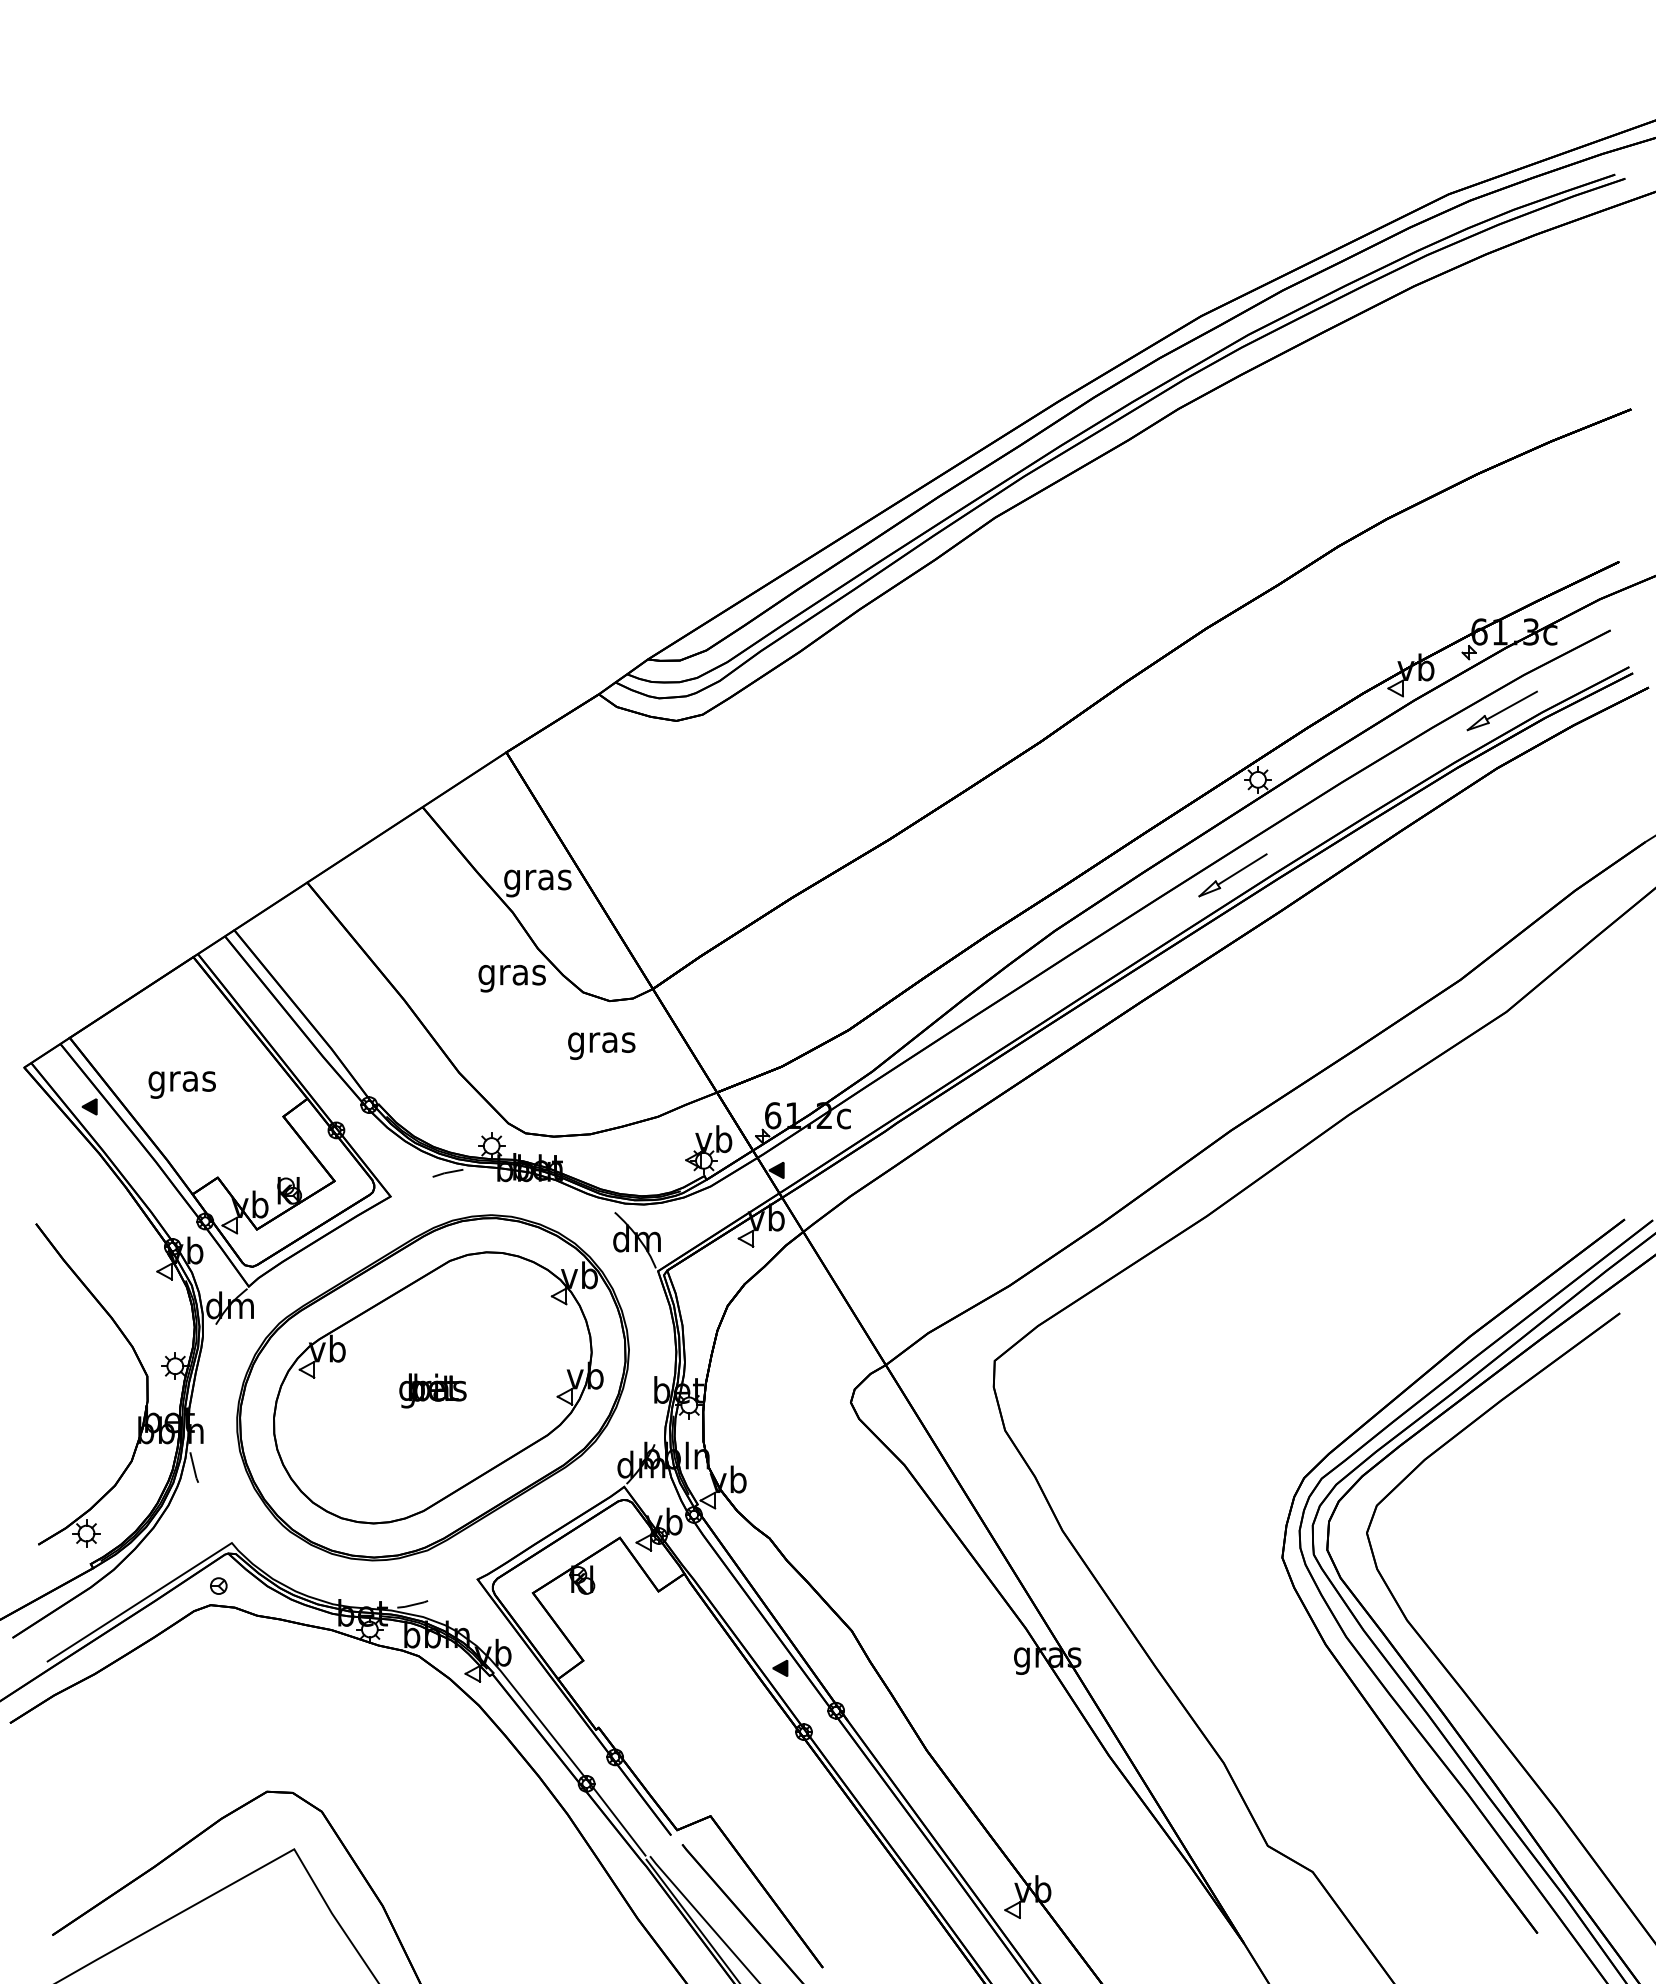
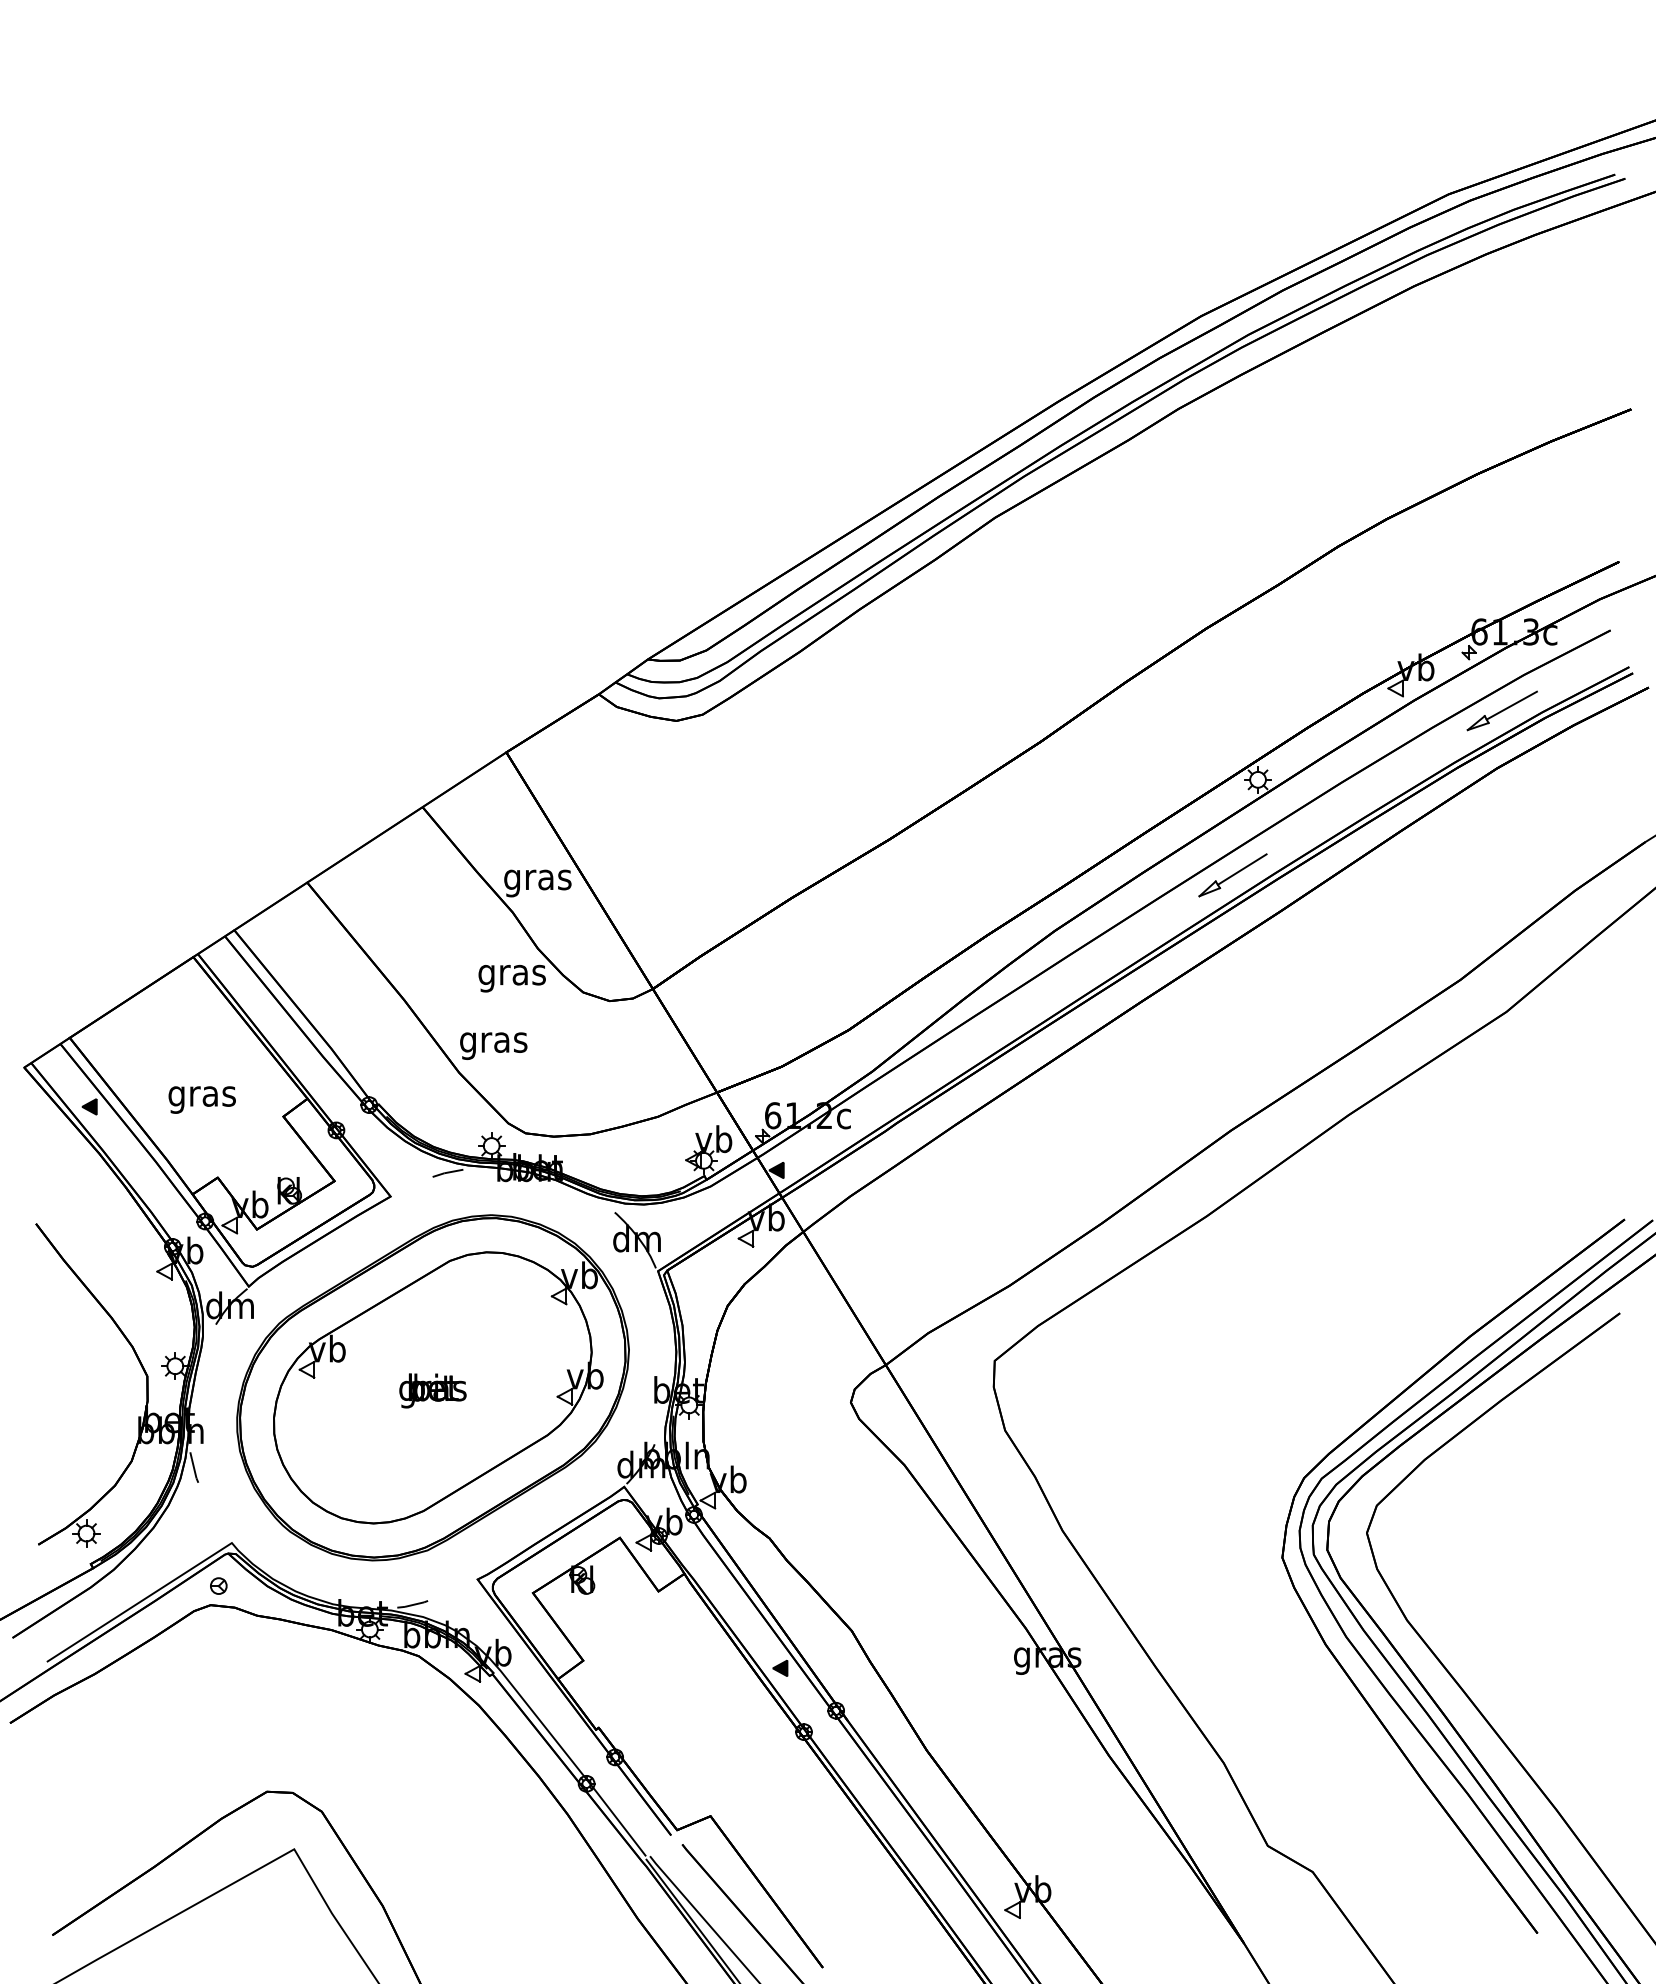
text at (601, 1045) position: (601, 1045) -> (493, 1045)
text at (181, 1084) position: (181, 1084) -> (201, 1099)
